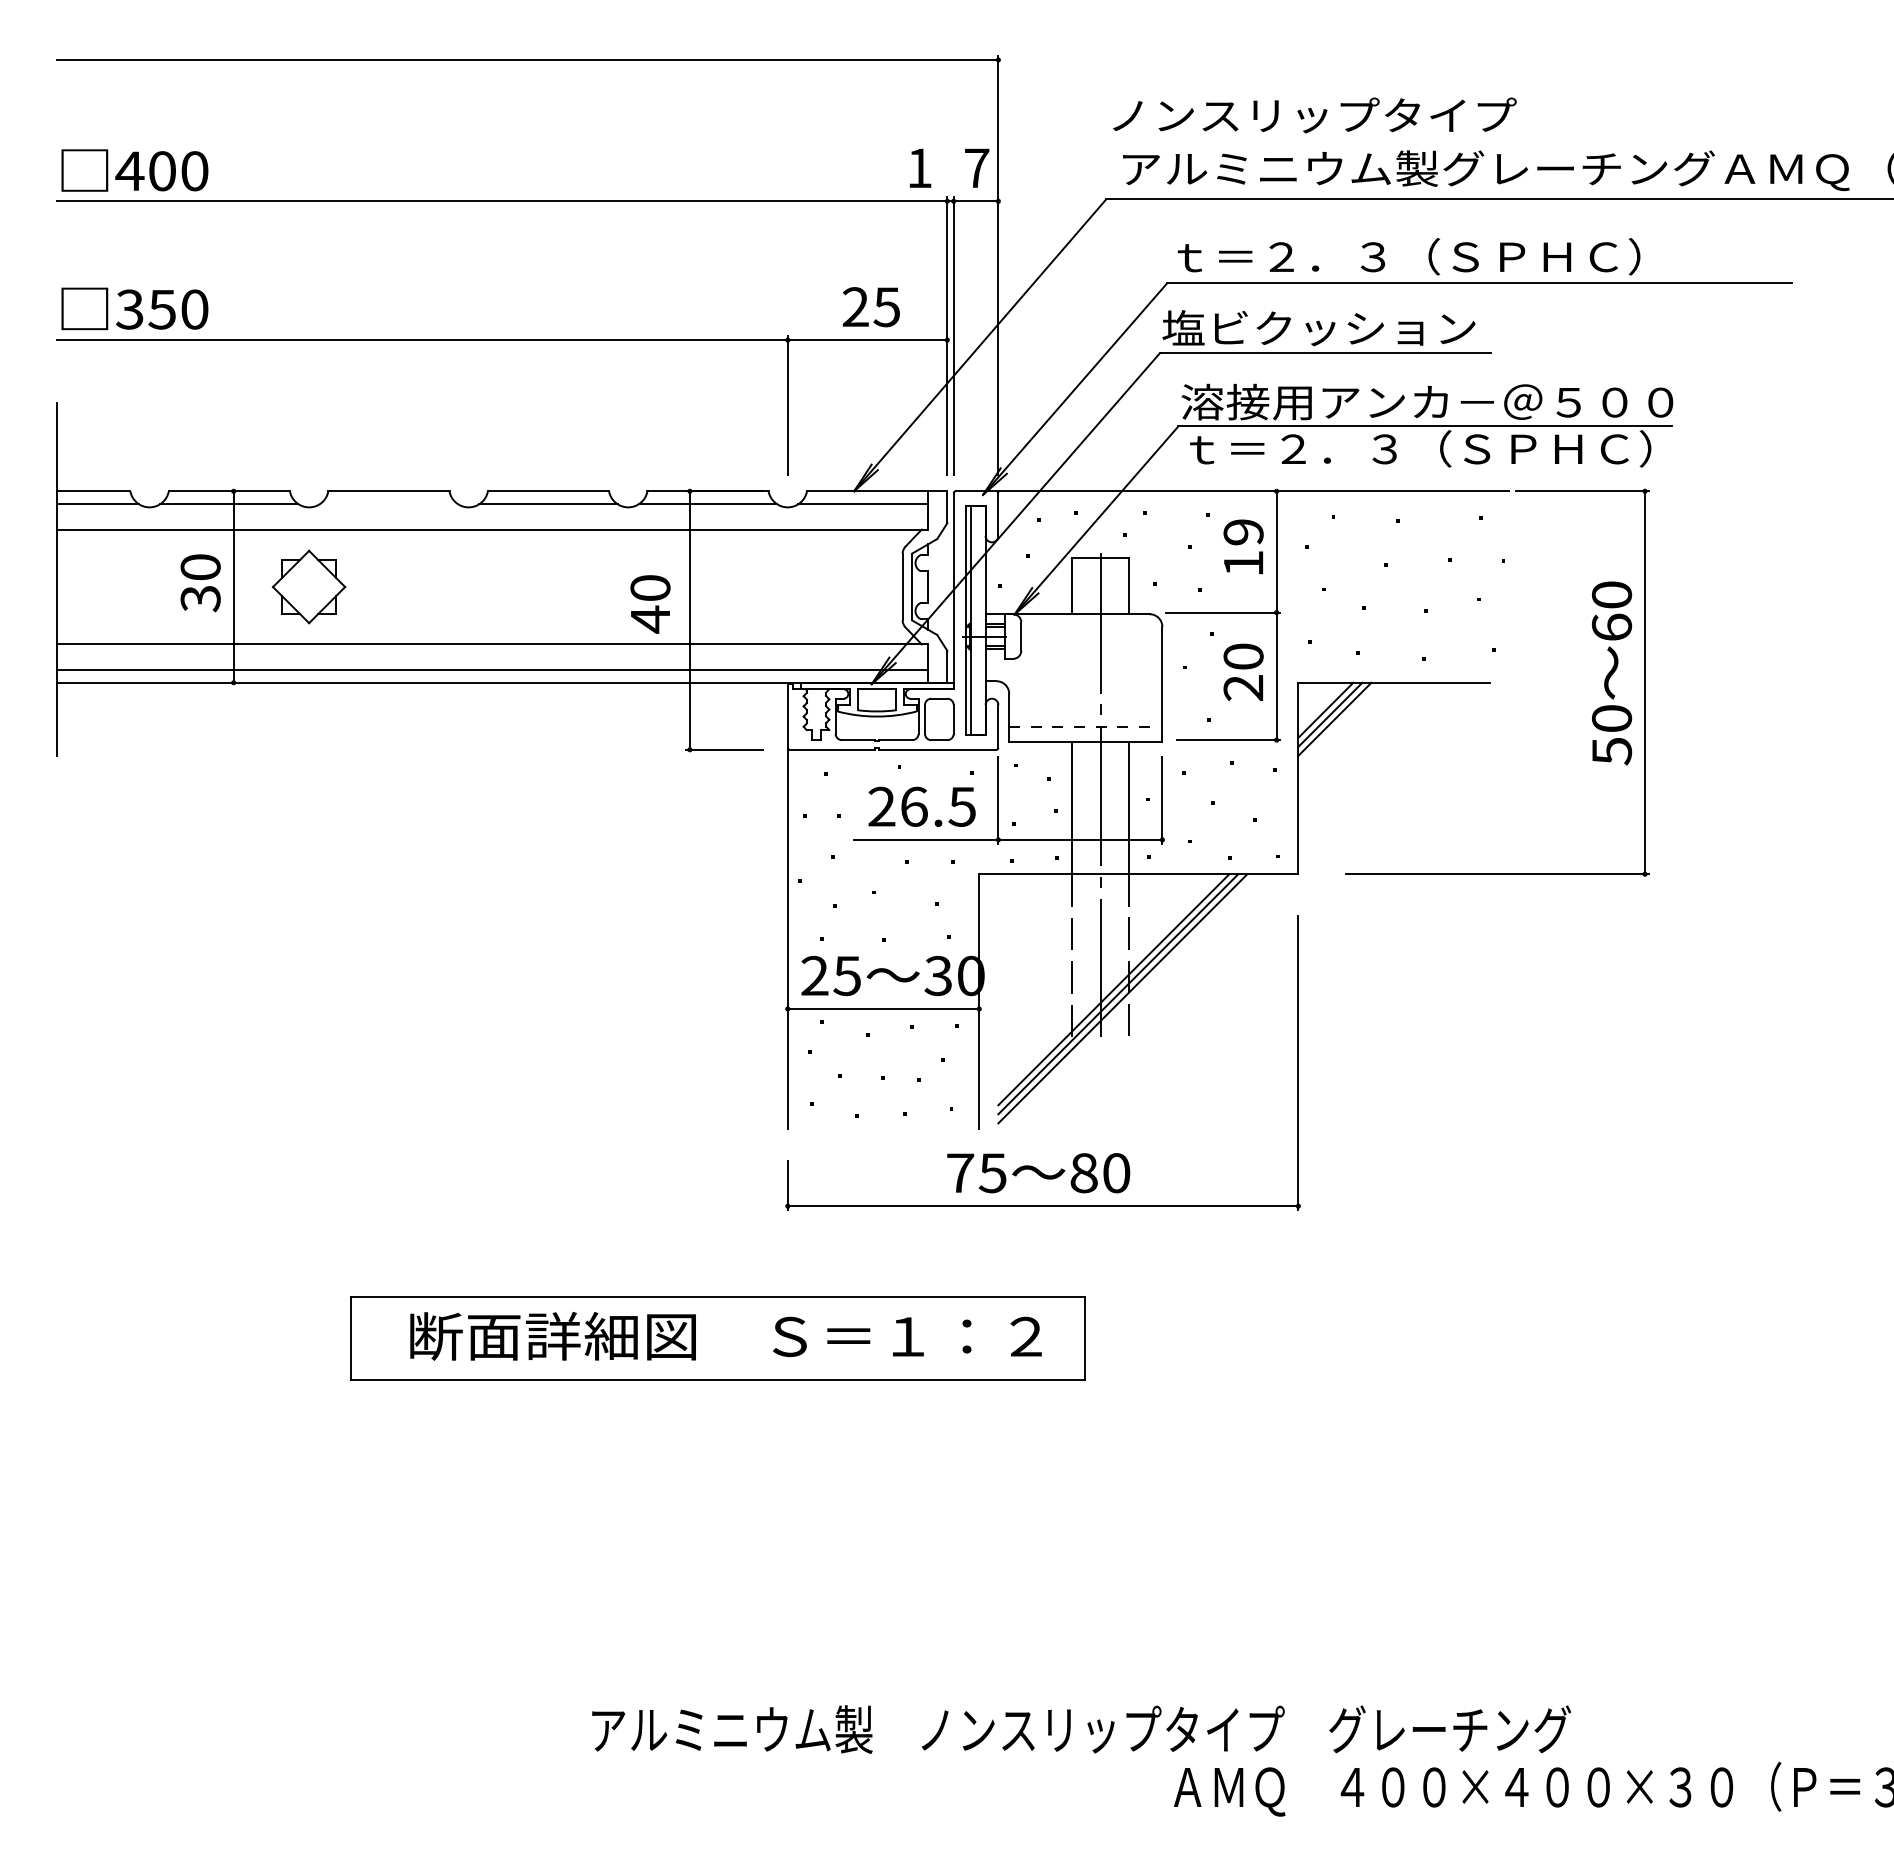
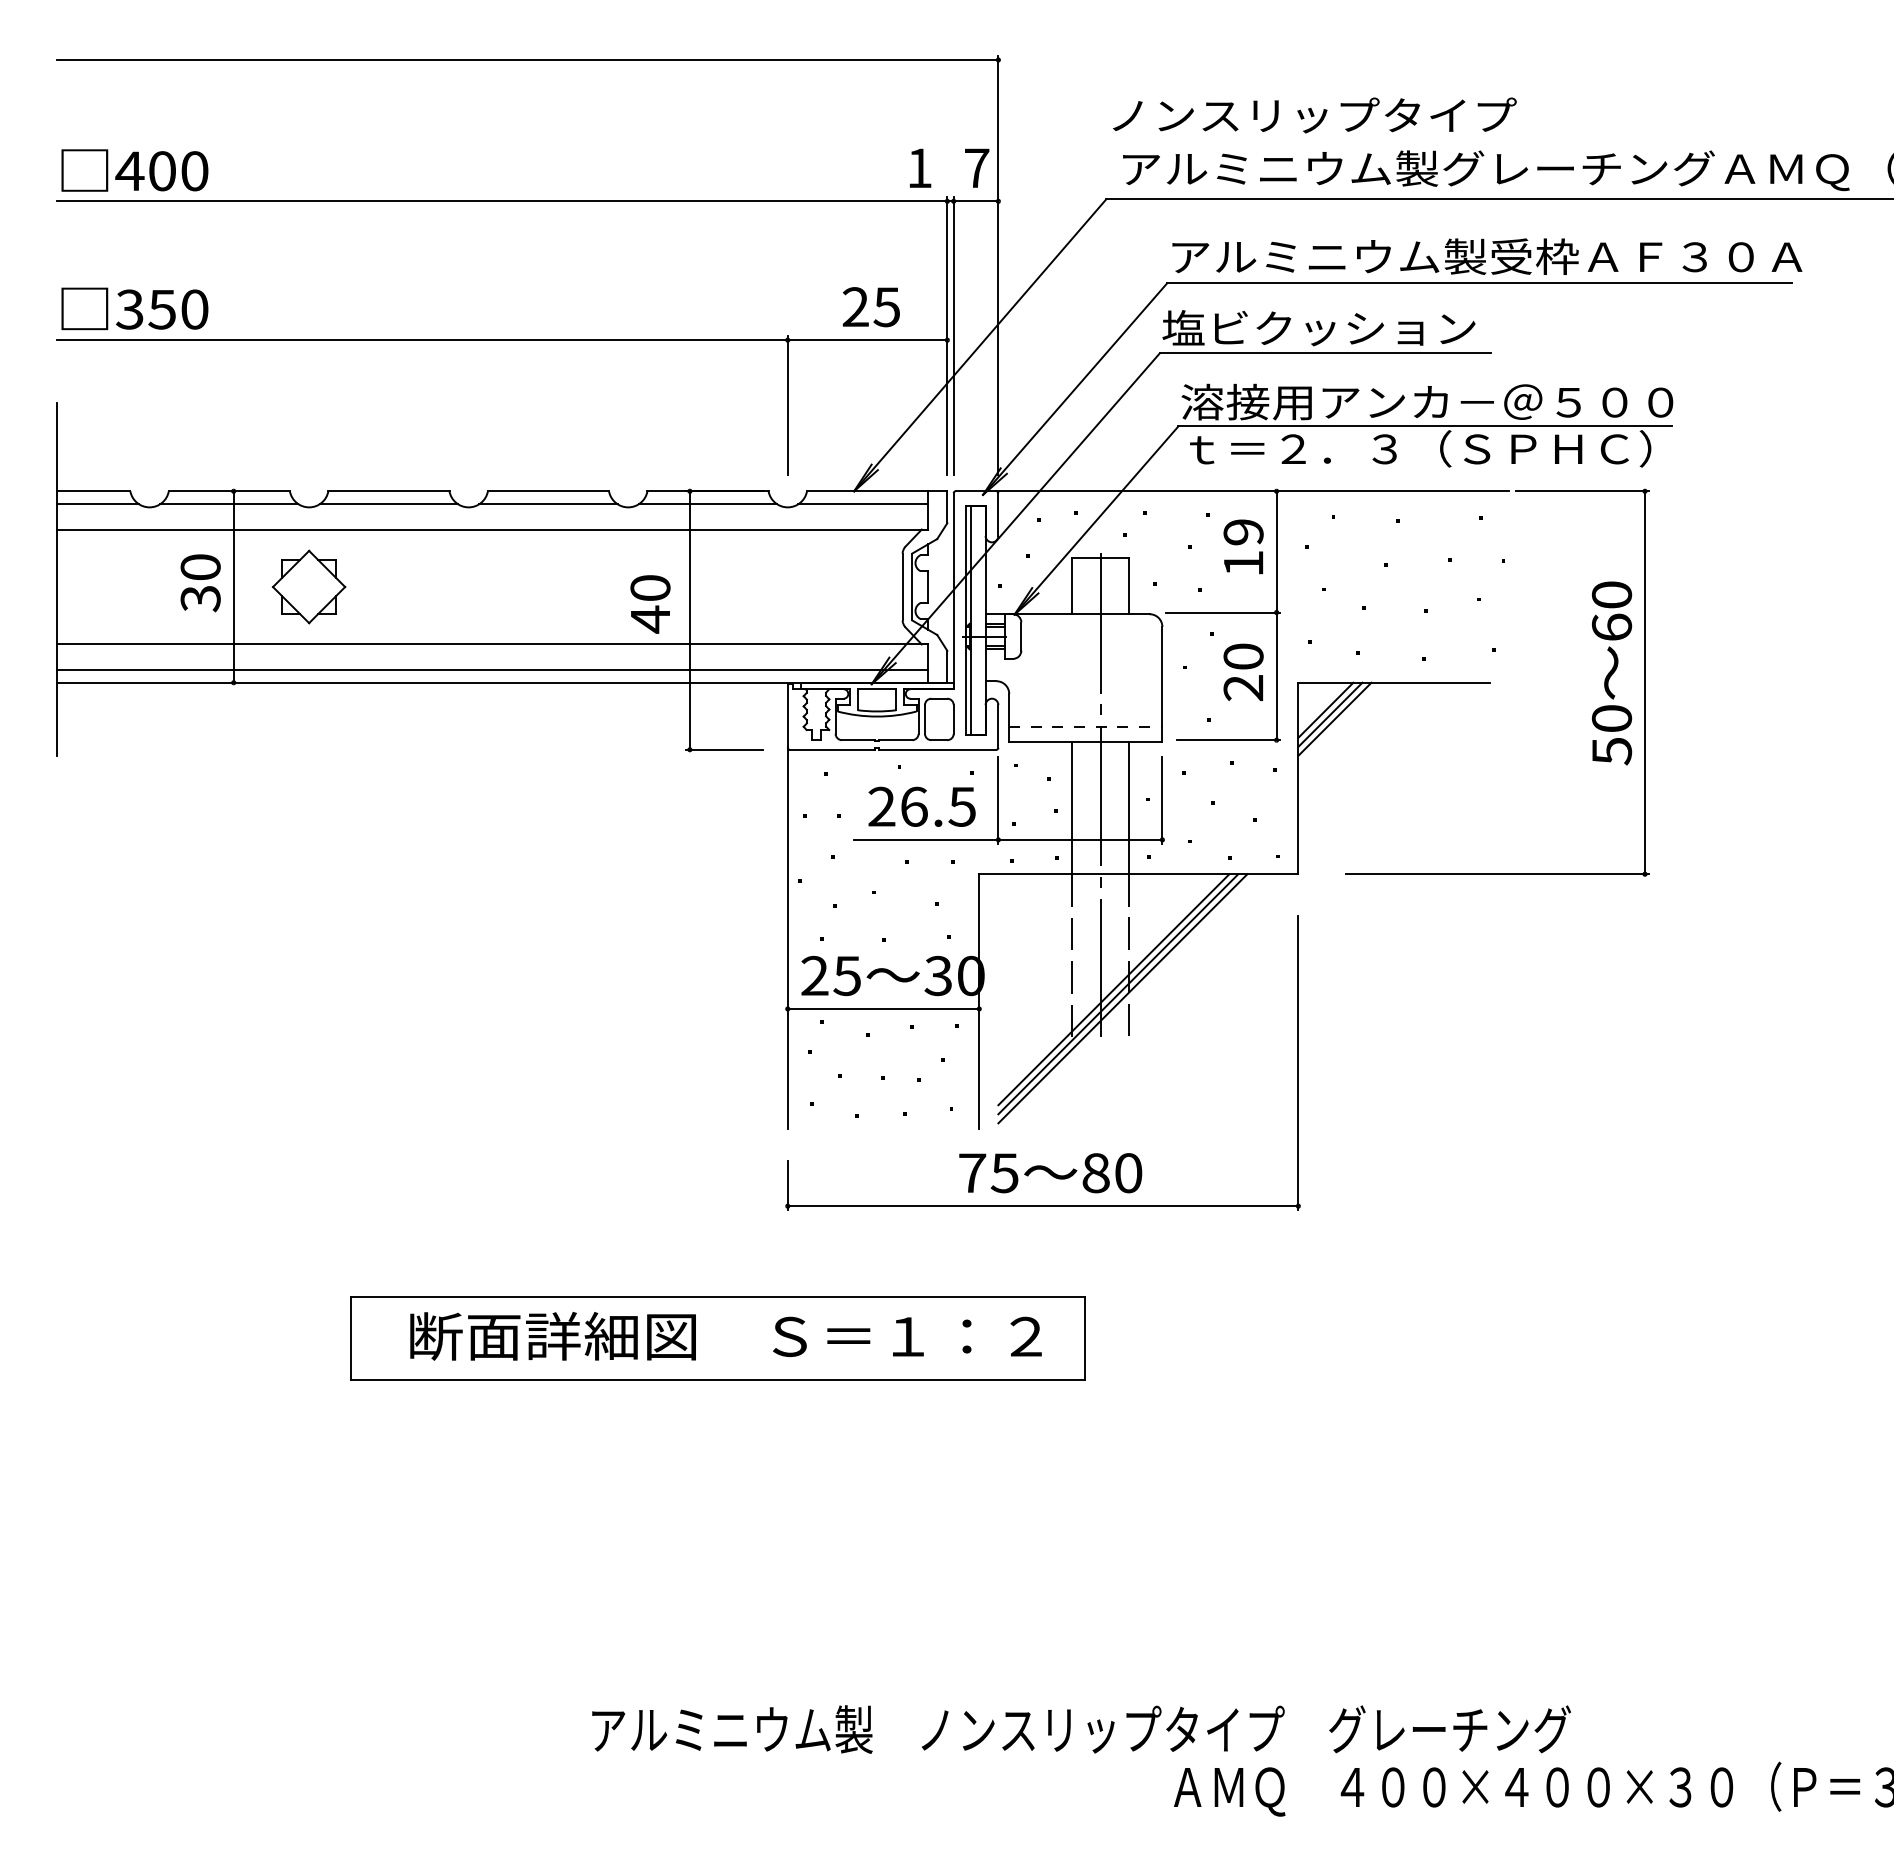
text at (1487, 256): ｔ＝２．３（ＳＰＨＣ） -> アルミニウム製受枠ＡＦ３０Ａ
line at (388, 504): none -> present
text at (1038, 1173) position: (1038, 1173) -> (1050, 1173)
